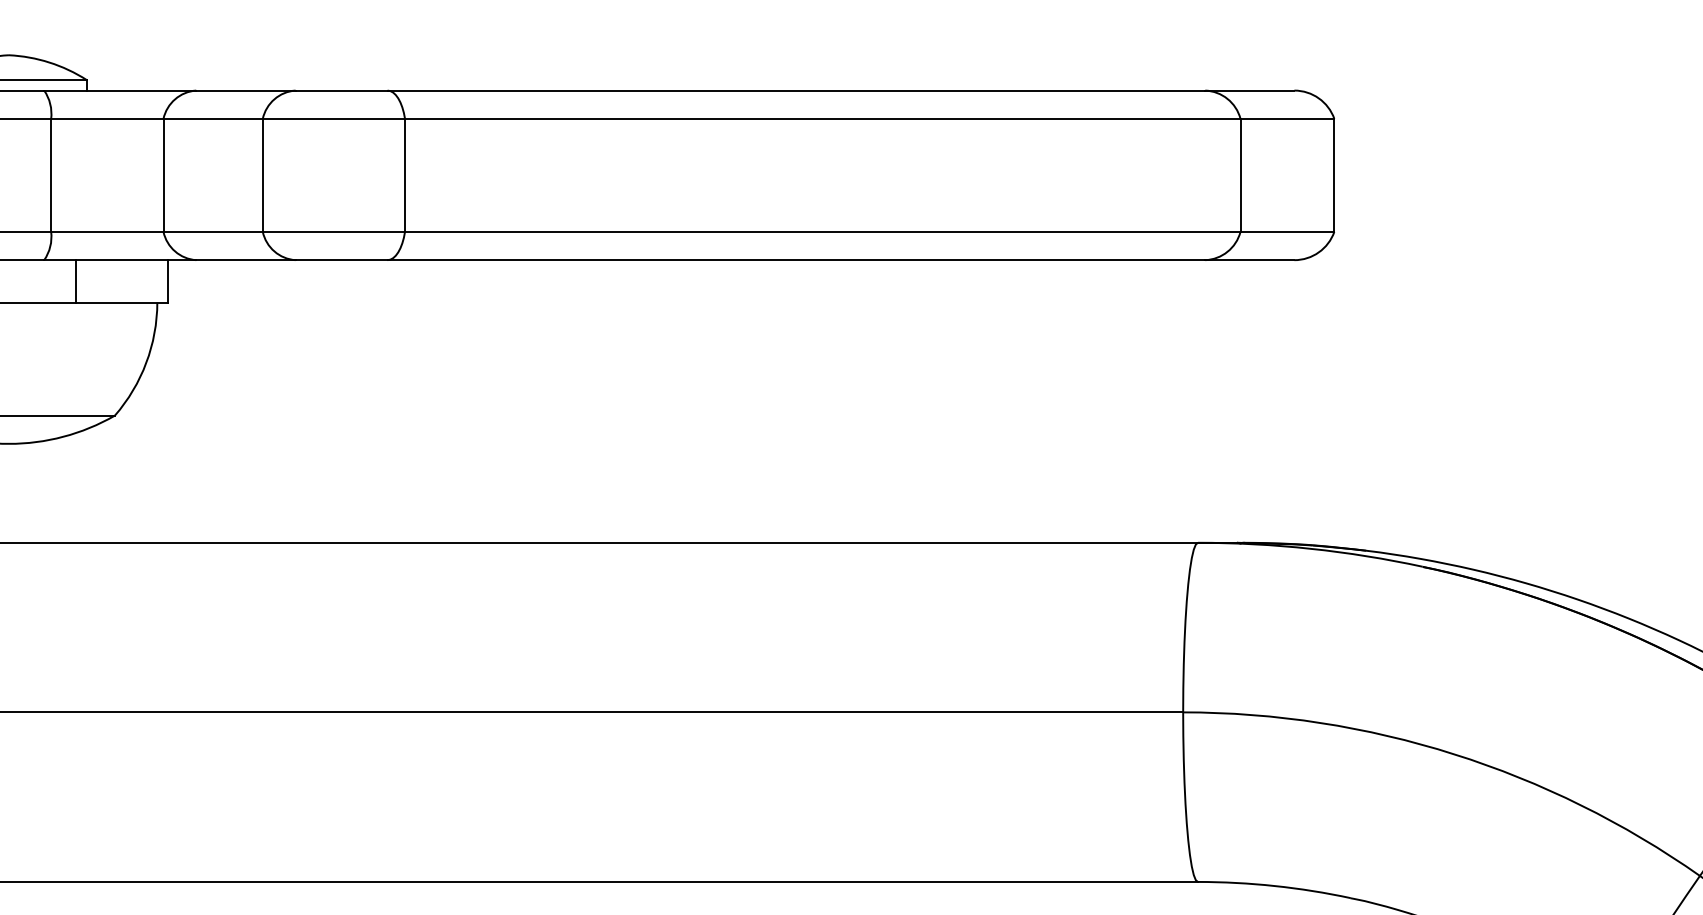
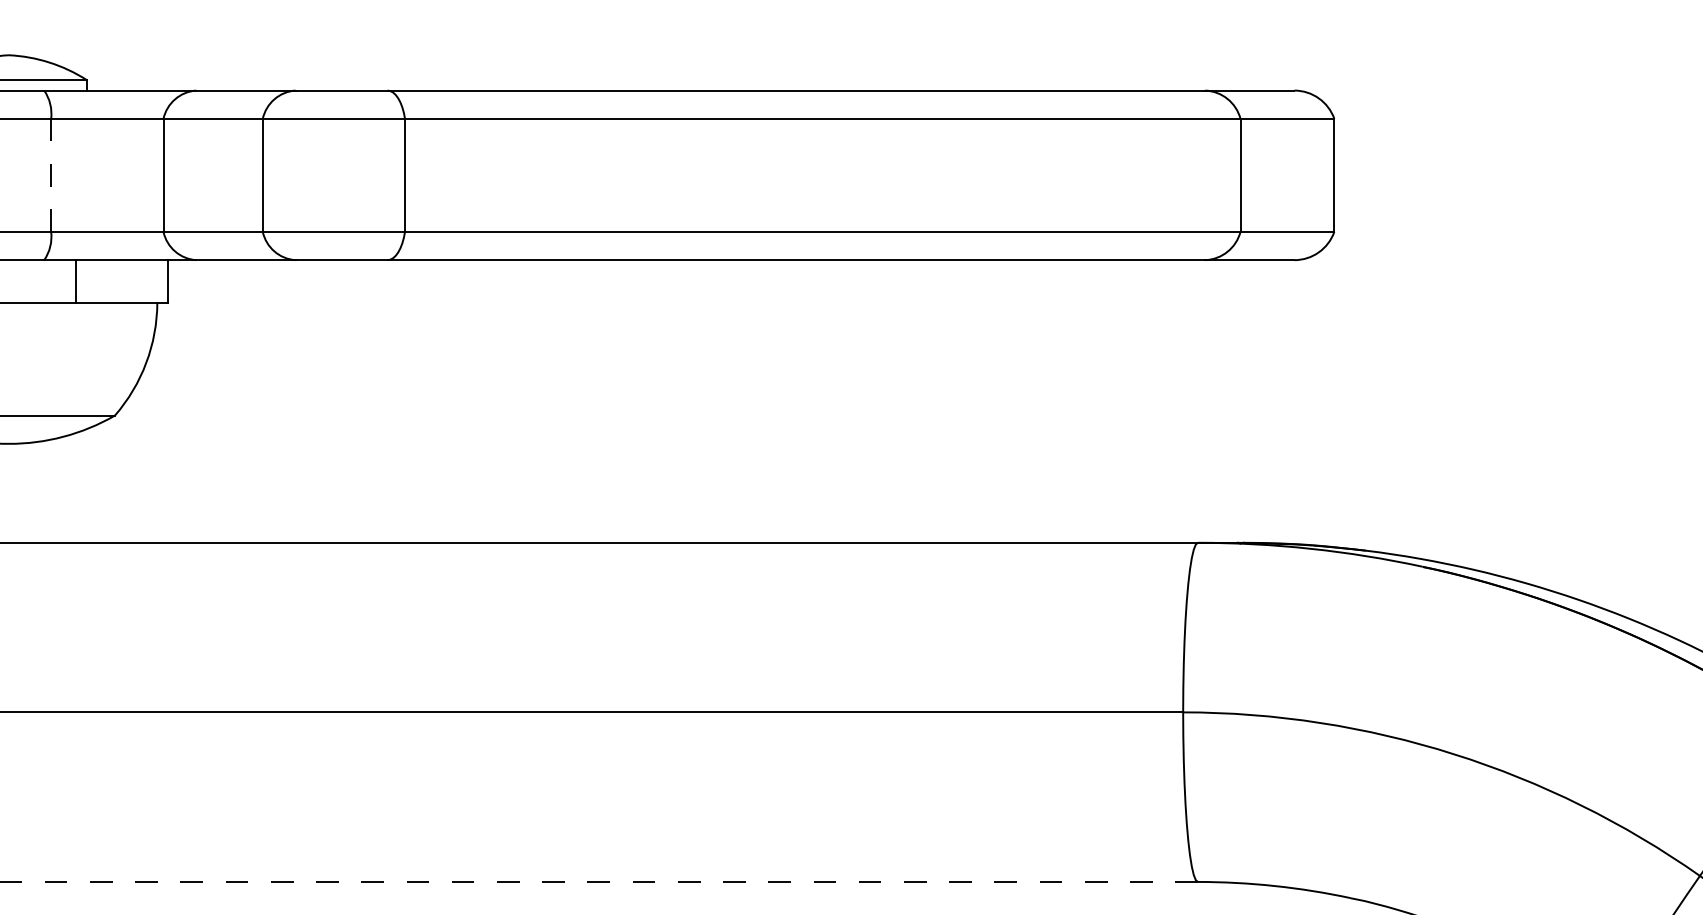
line at (51, 175): solid -> dashed
line at (598, 881): solid -> dashed
